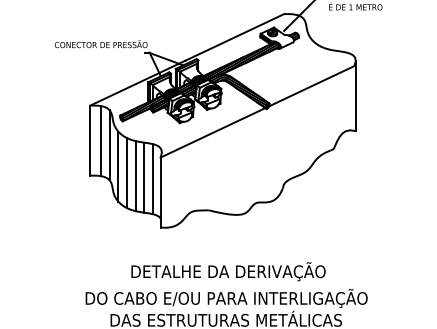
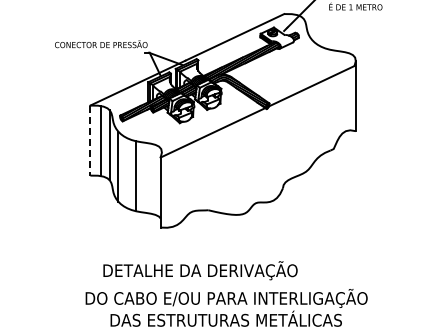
line at (90, 141): solid -> dashed
line at (127, 173): present -> none
line at (144, 177): present -> none
line at (152, 179): present -> none
text at (228, 271) position: (228, 271) -> (200, 270)
